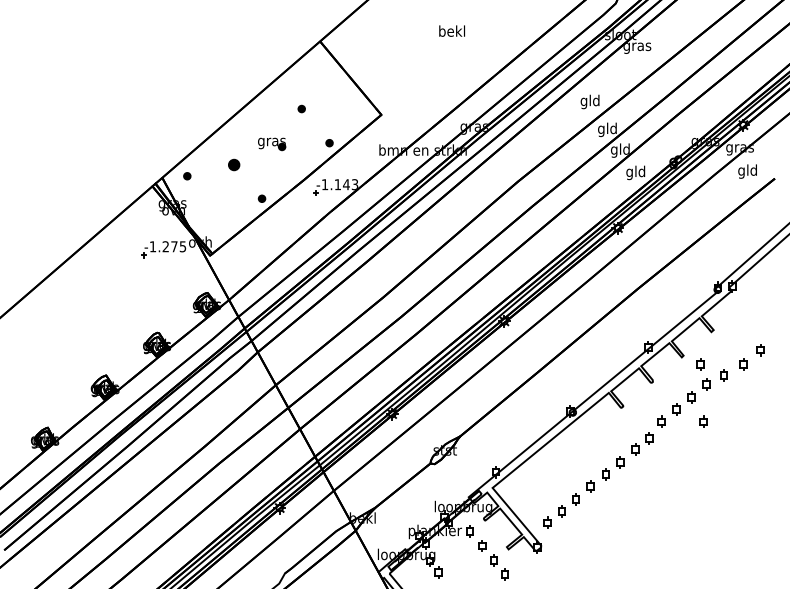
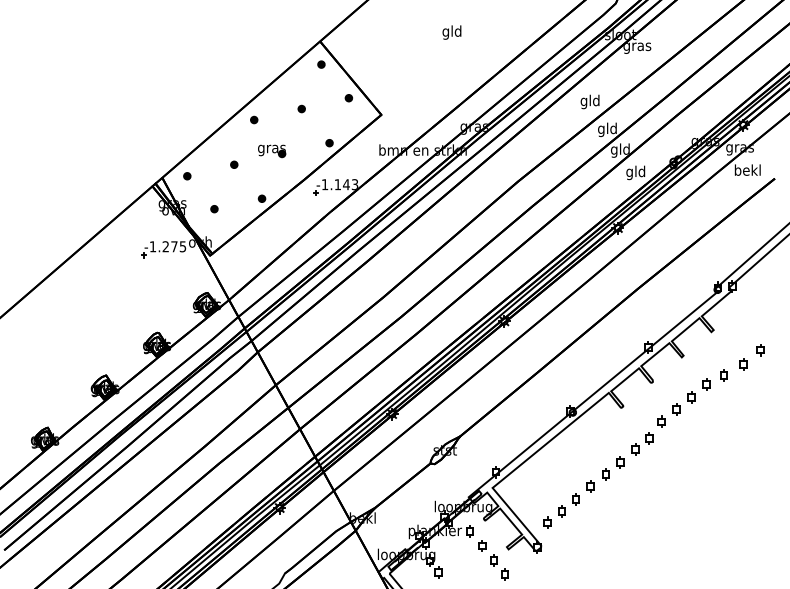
text at (452, 32): bekl -> gld
part at (321, 64): none -> present
part at (348, 98): none -> present
part at (254, 119): none -> present
part at (272, 144) position: (272, 144) -> (272, 151)
part at (234, 164) size: 13x14 px -> 9x9 px
text at (747, 171): gld -> bekl
part at (214, 209): none -> present
part at (700, 364): present -> none
part at (703, 421): present -> none
